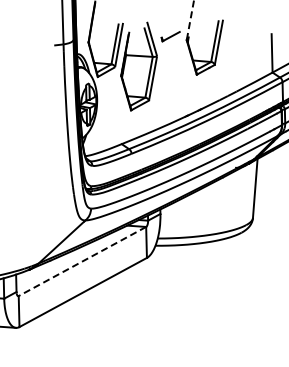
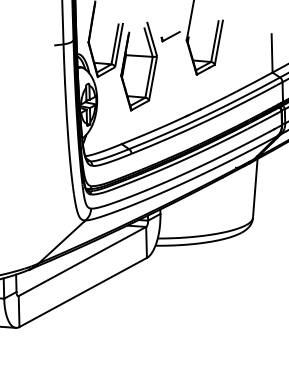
line at (190, 19): dashed -> solid
line at (82, 261): dashed -> solid
